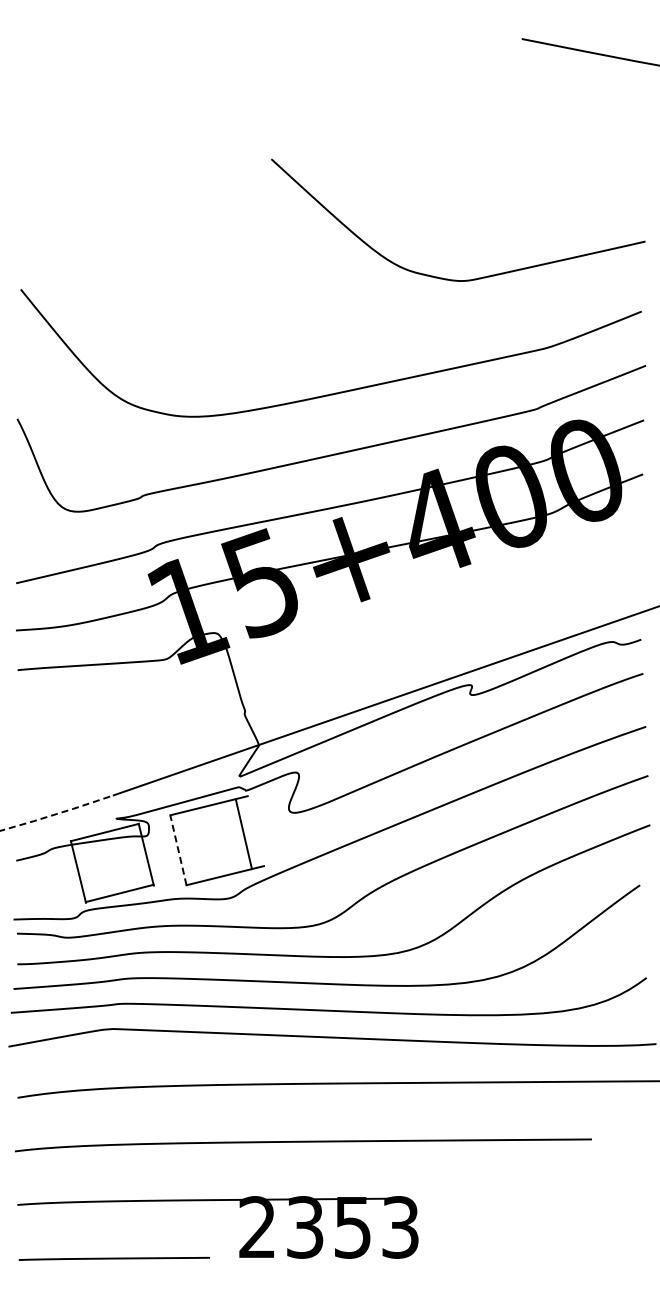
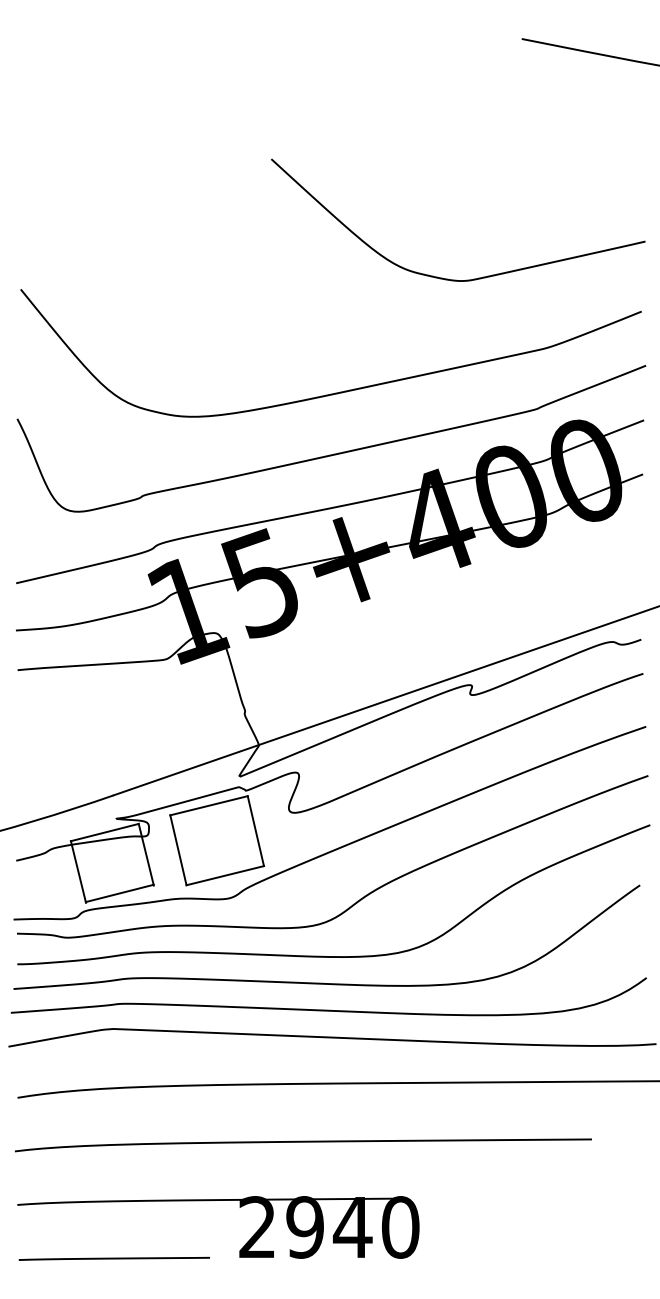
arc at (57, 813): dashed -> solid
line at (243, 834) position: (243, 834) -> (255, 831)
line at (178, 850): dashed -> solid
text at (352, 1227): 2353 -> 2940
